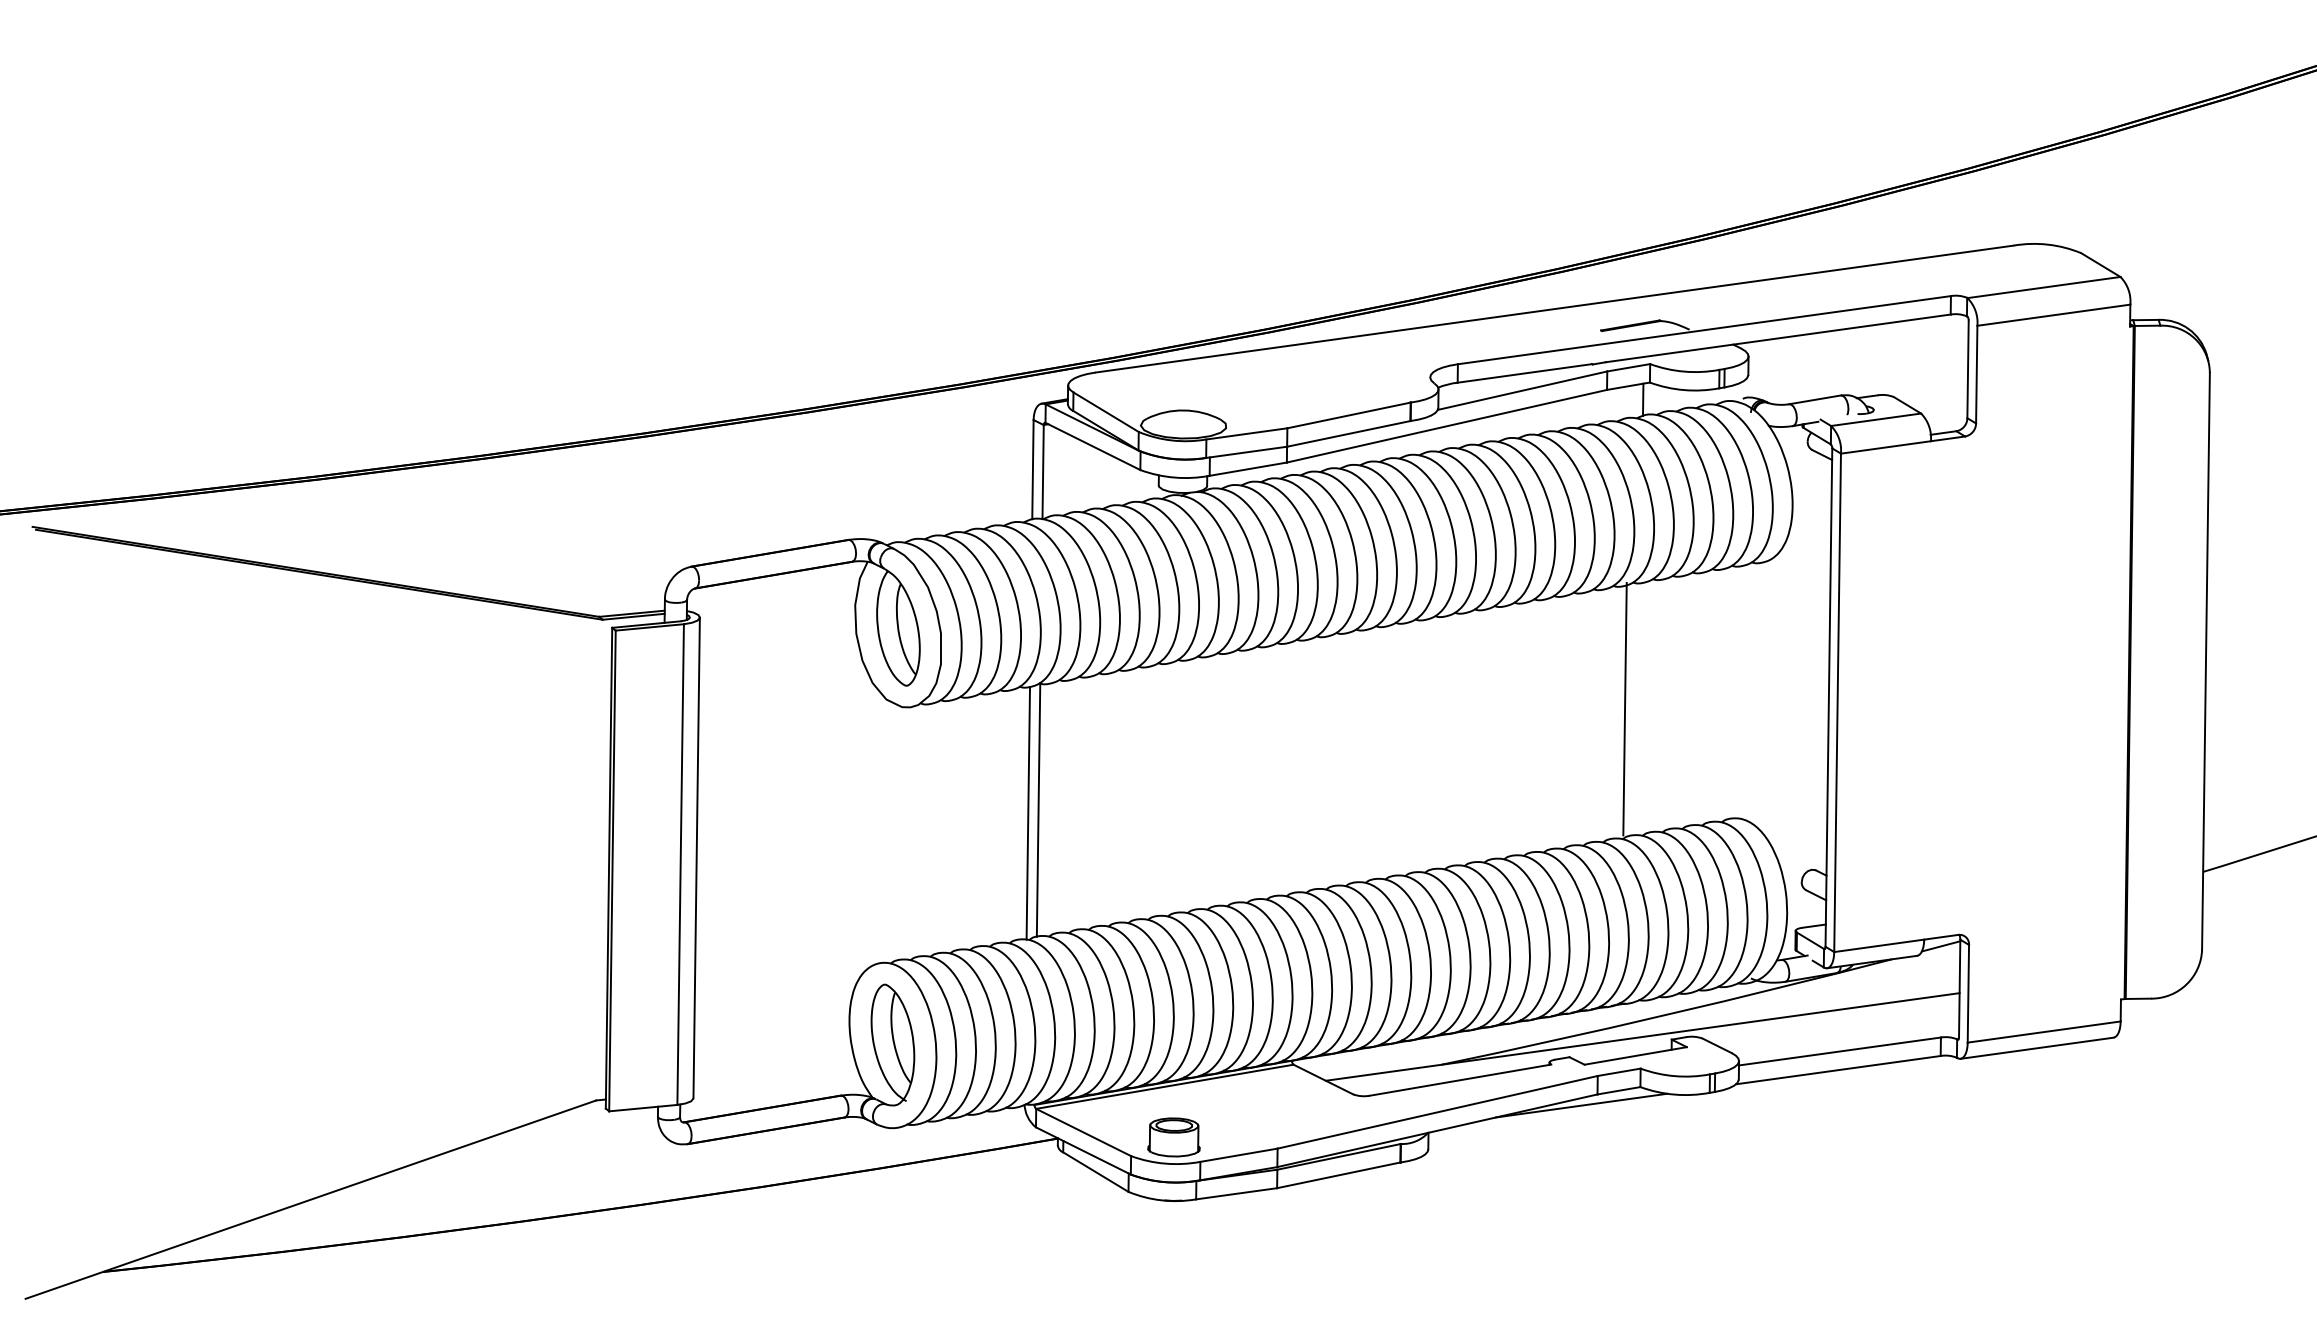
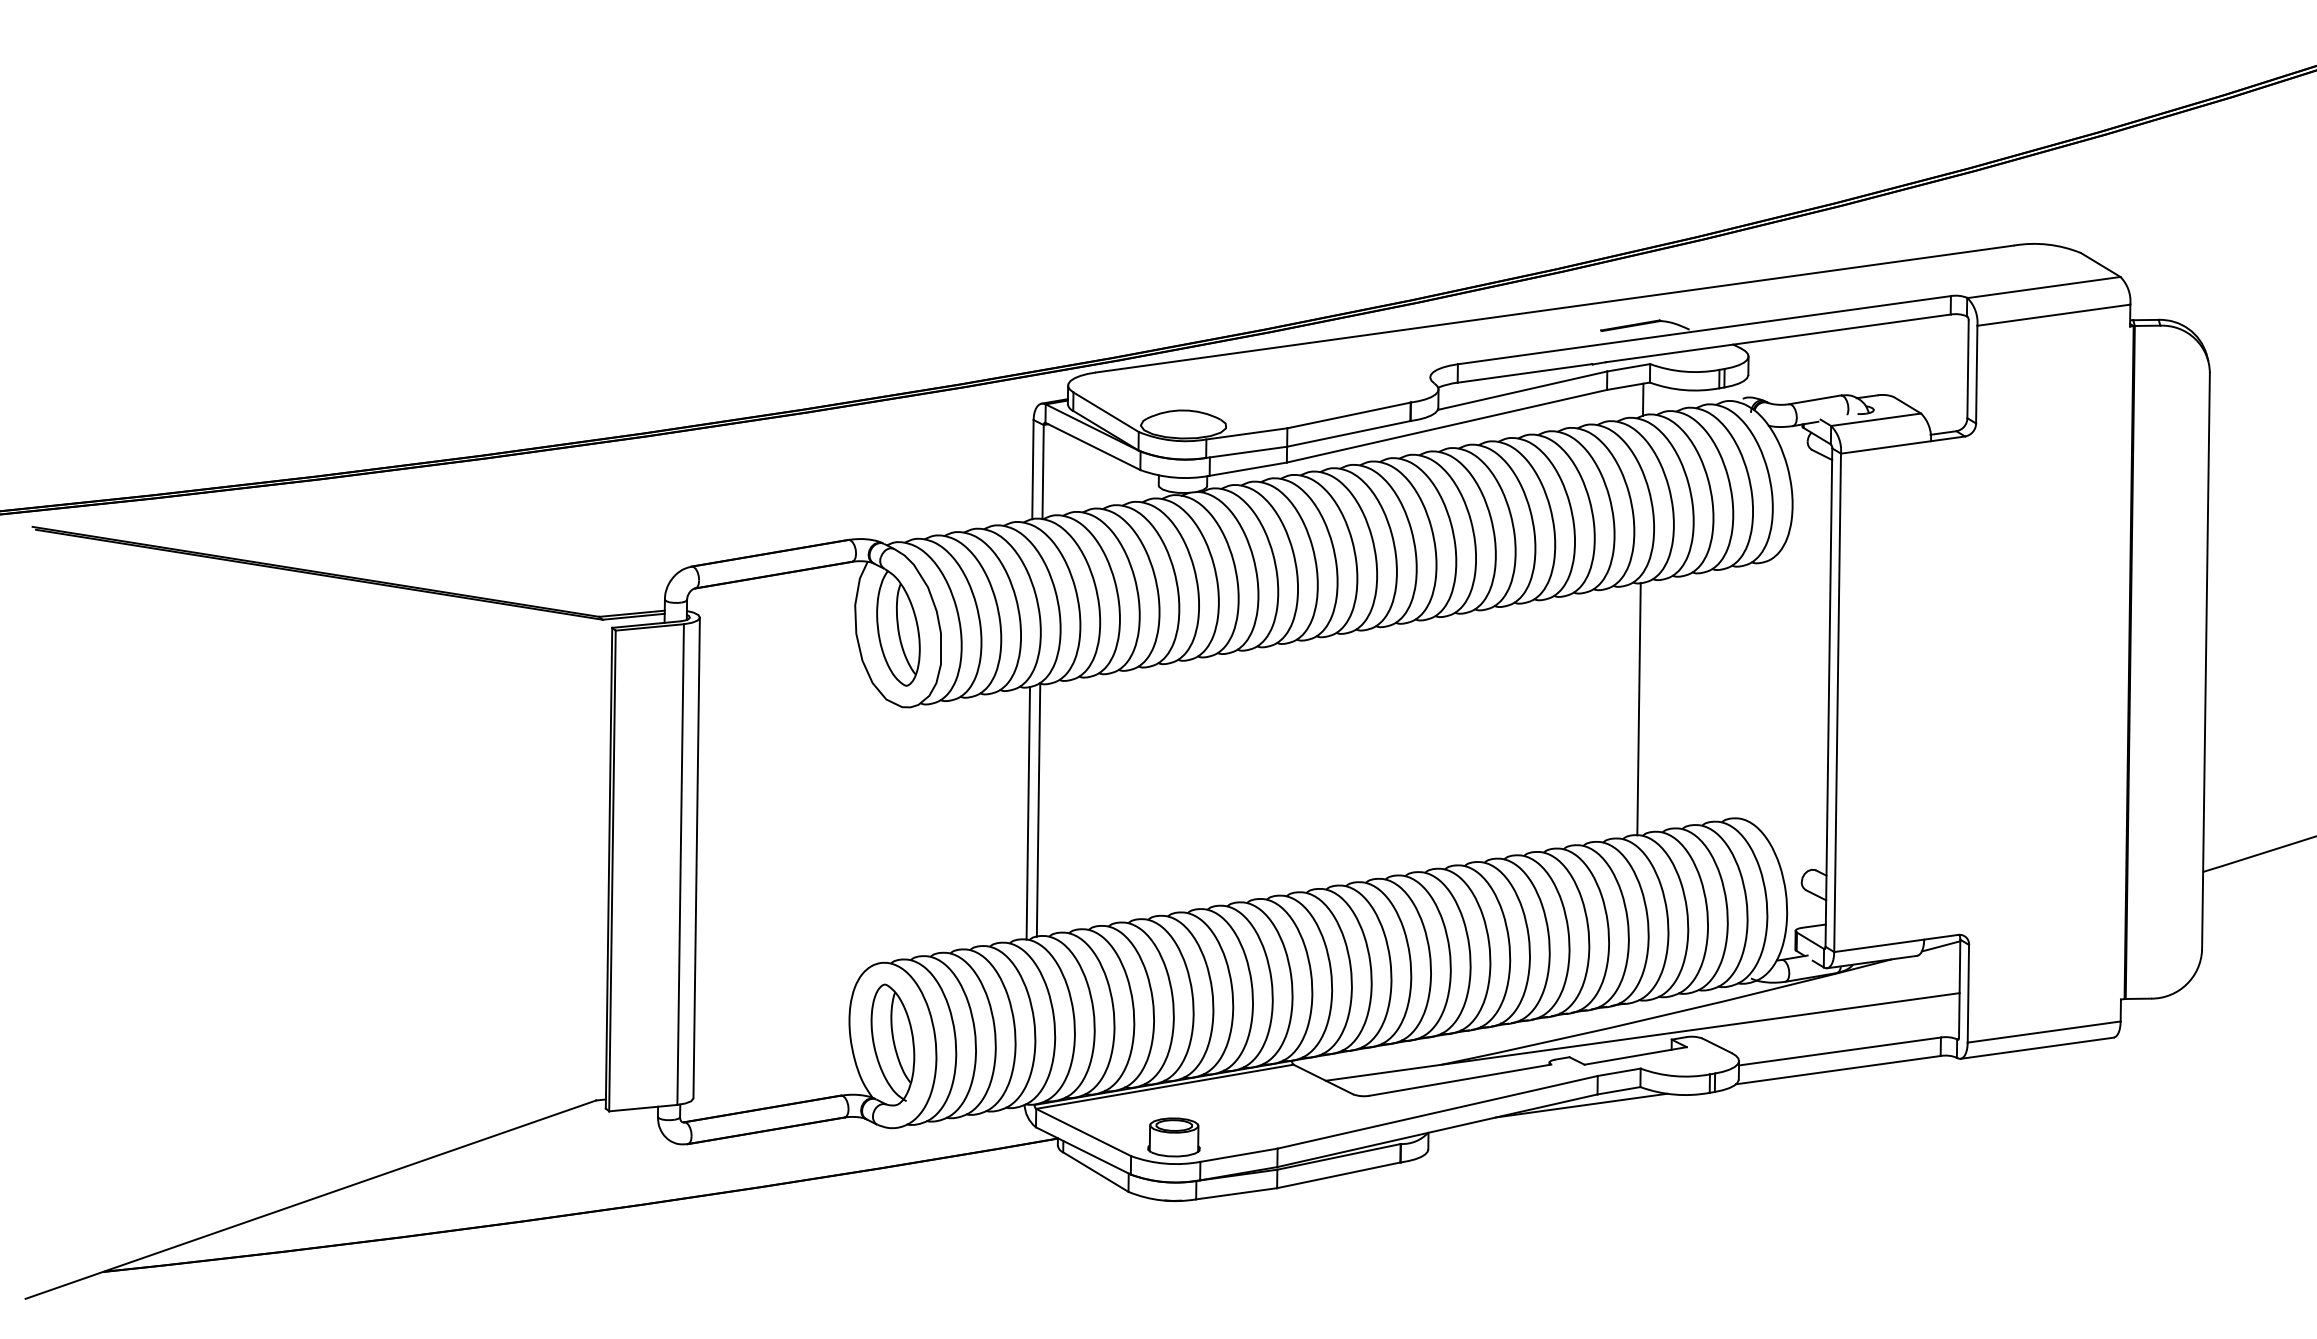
line at (1624, 708) position: (1624, 708) -> (1638, 708)
